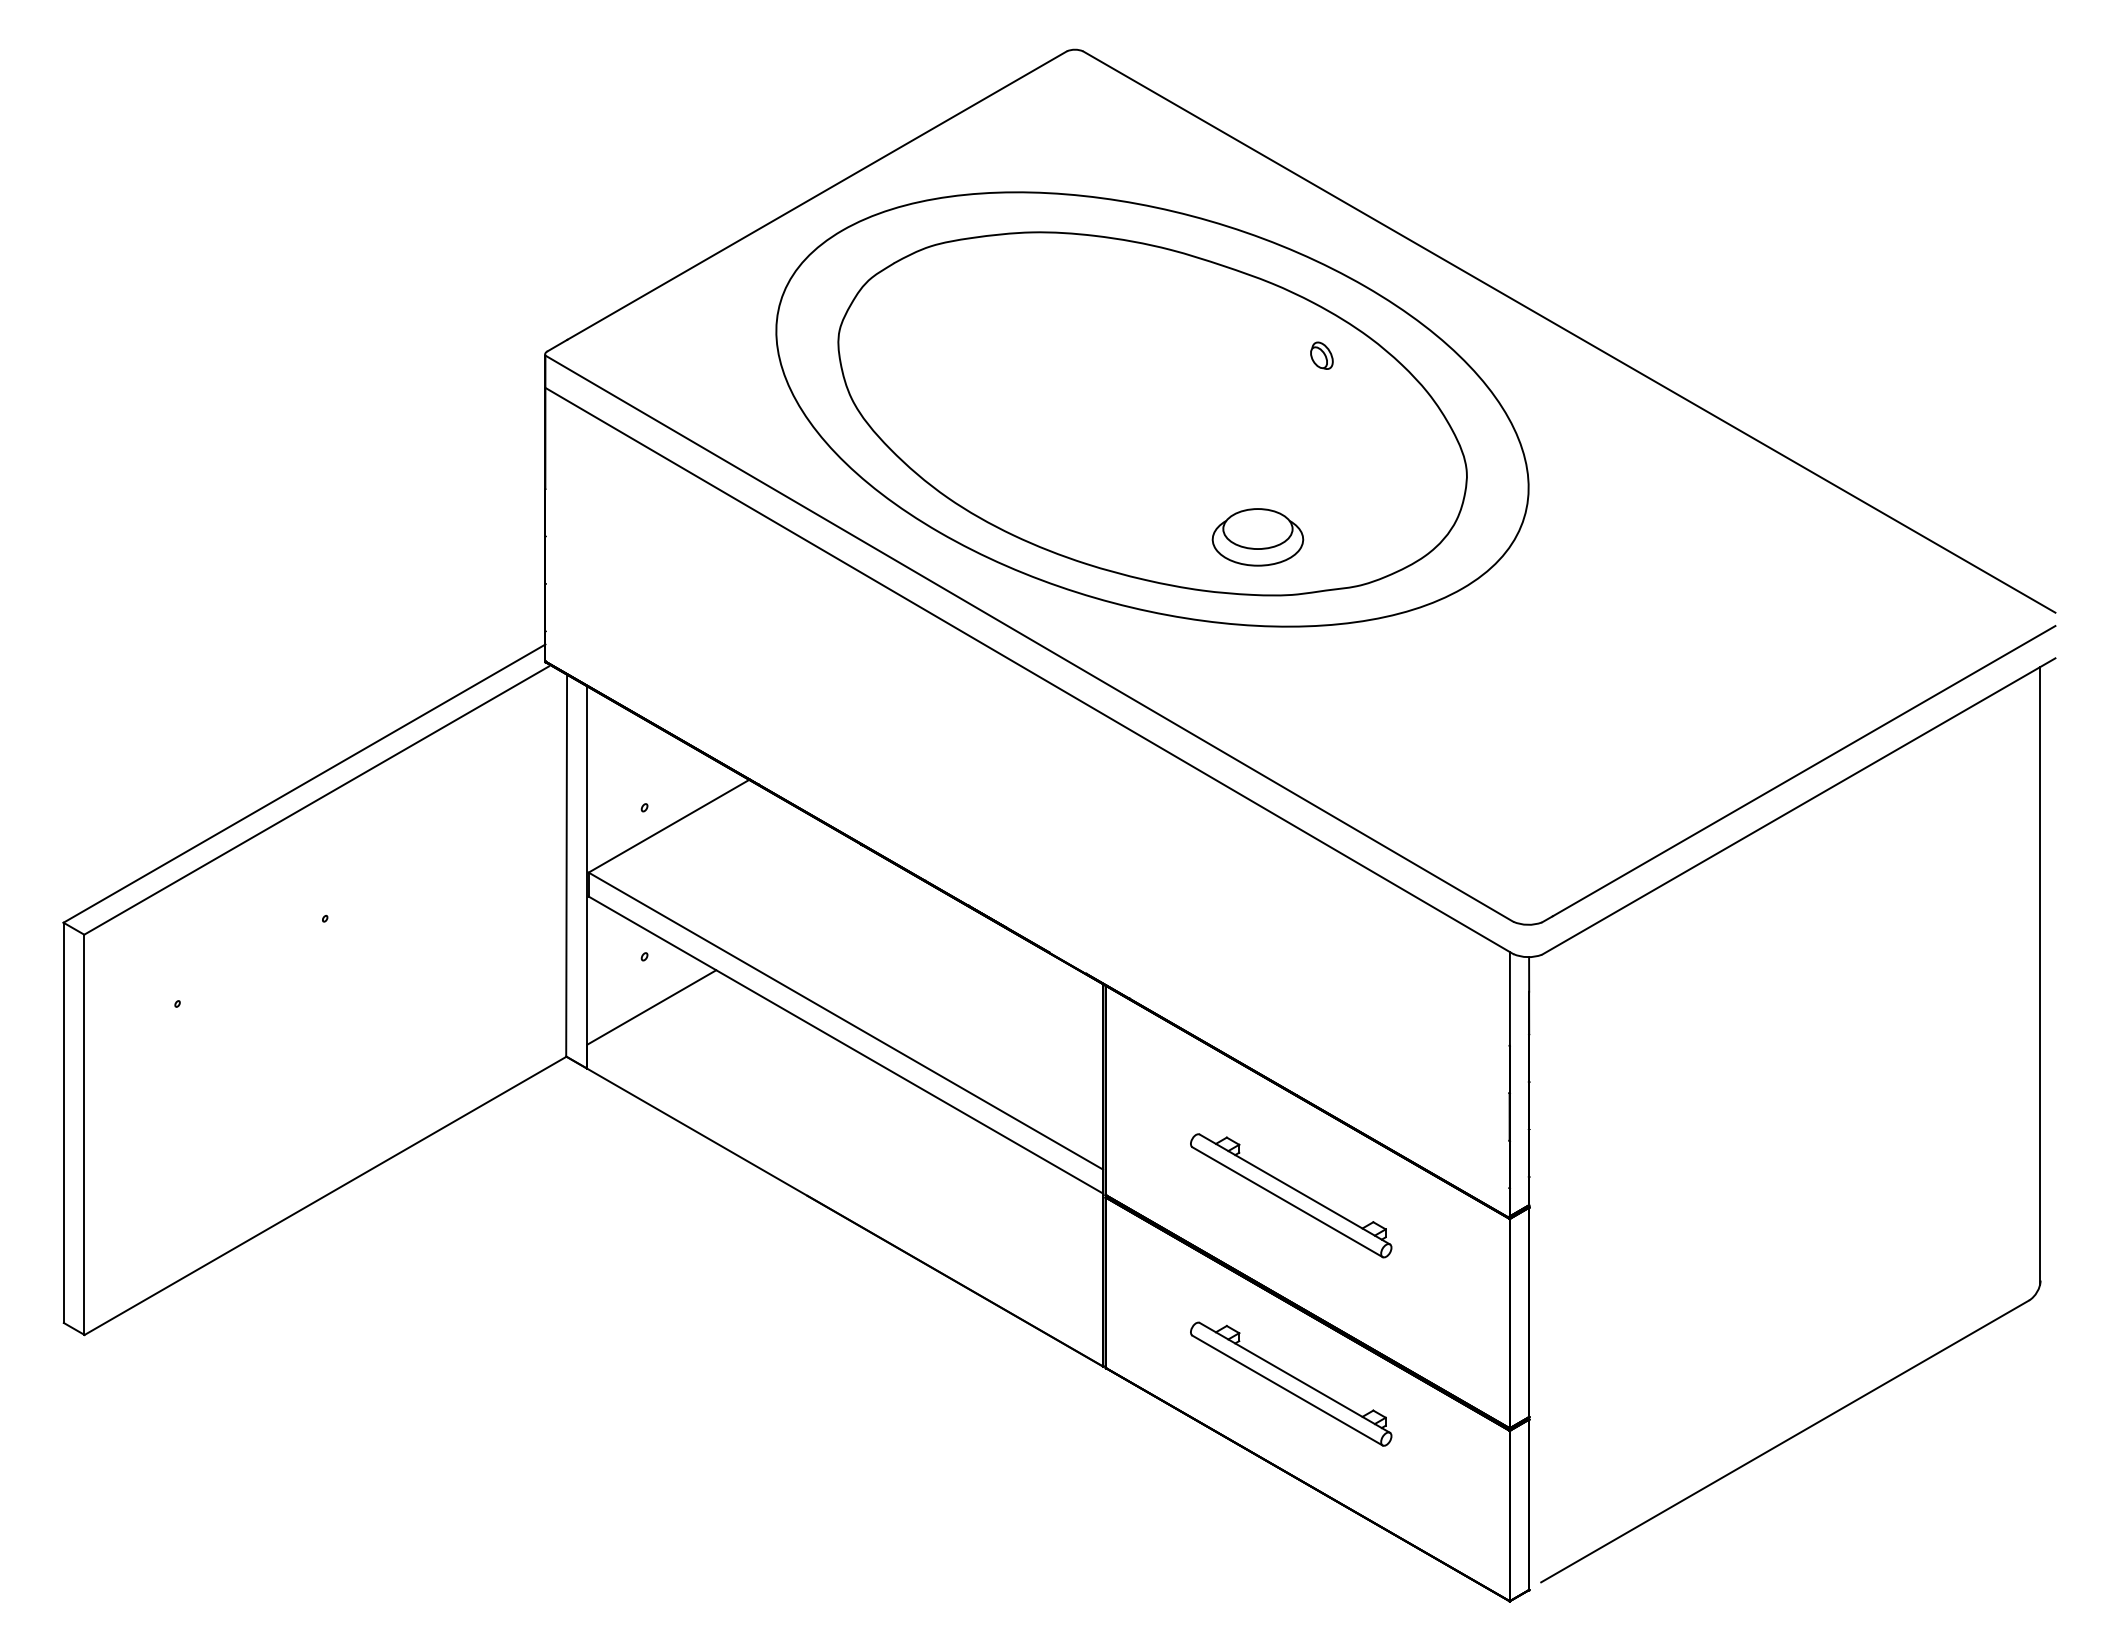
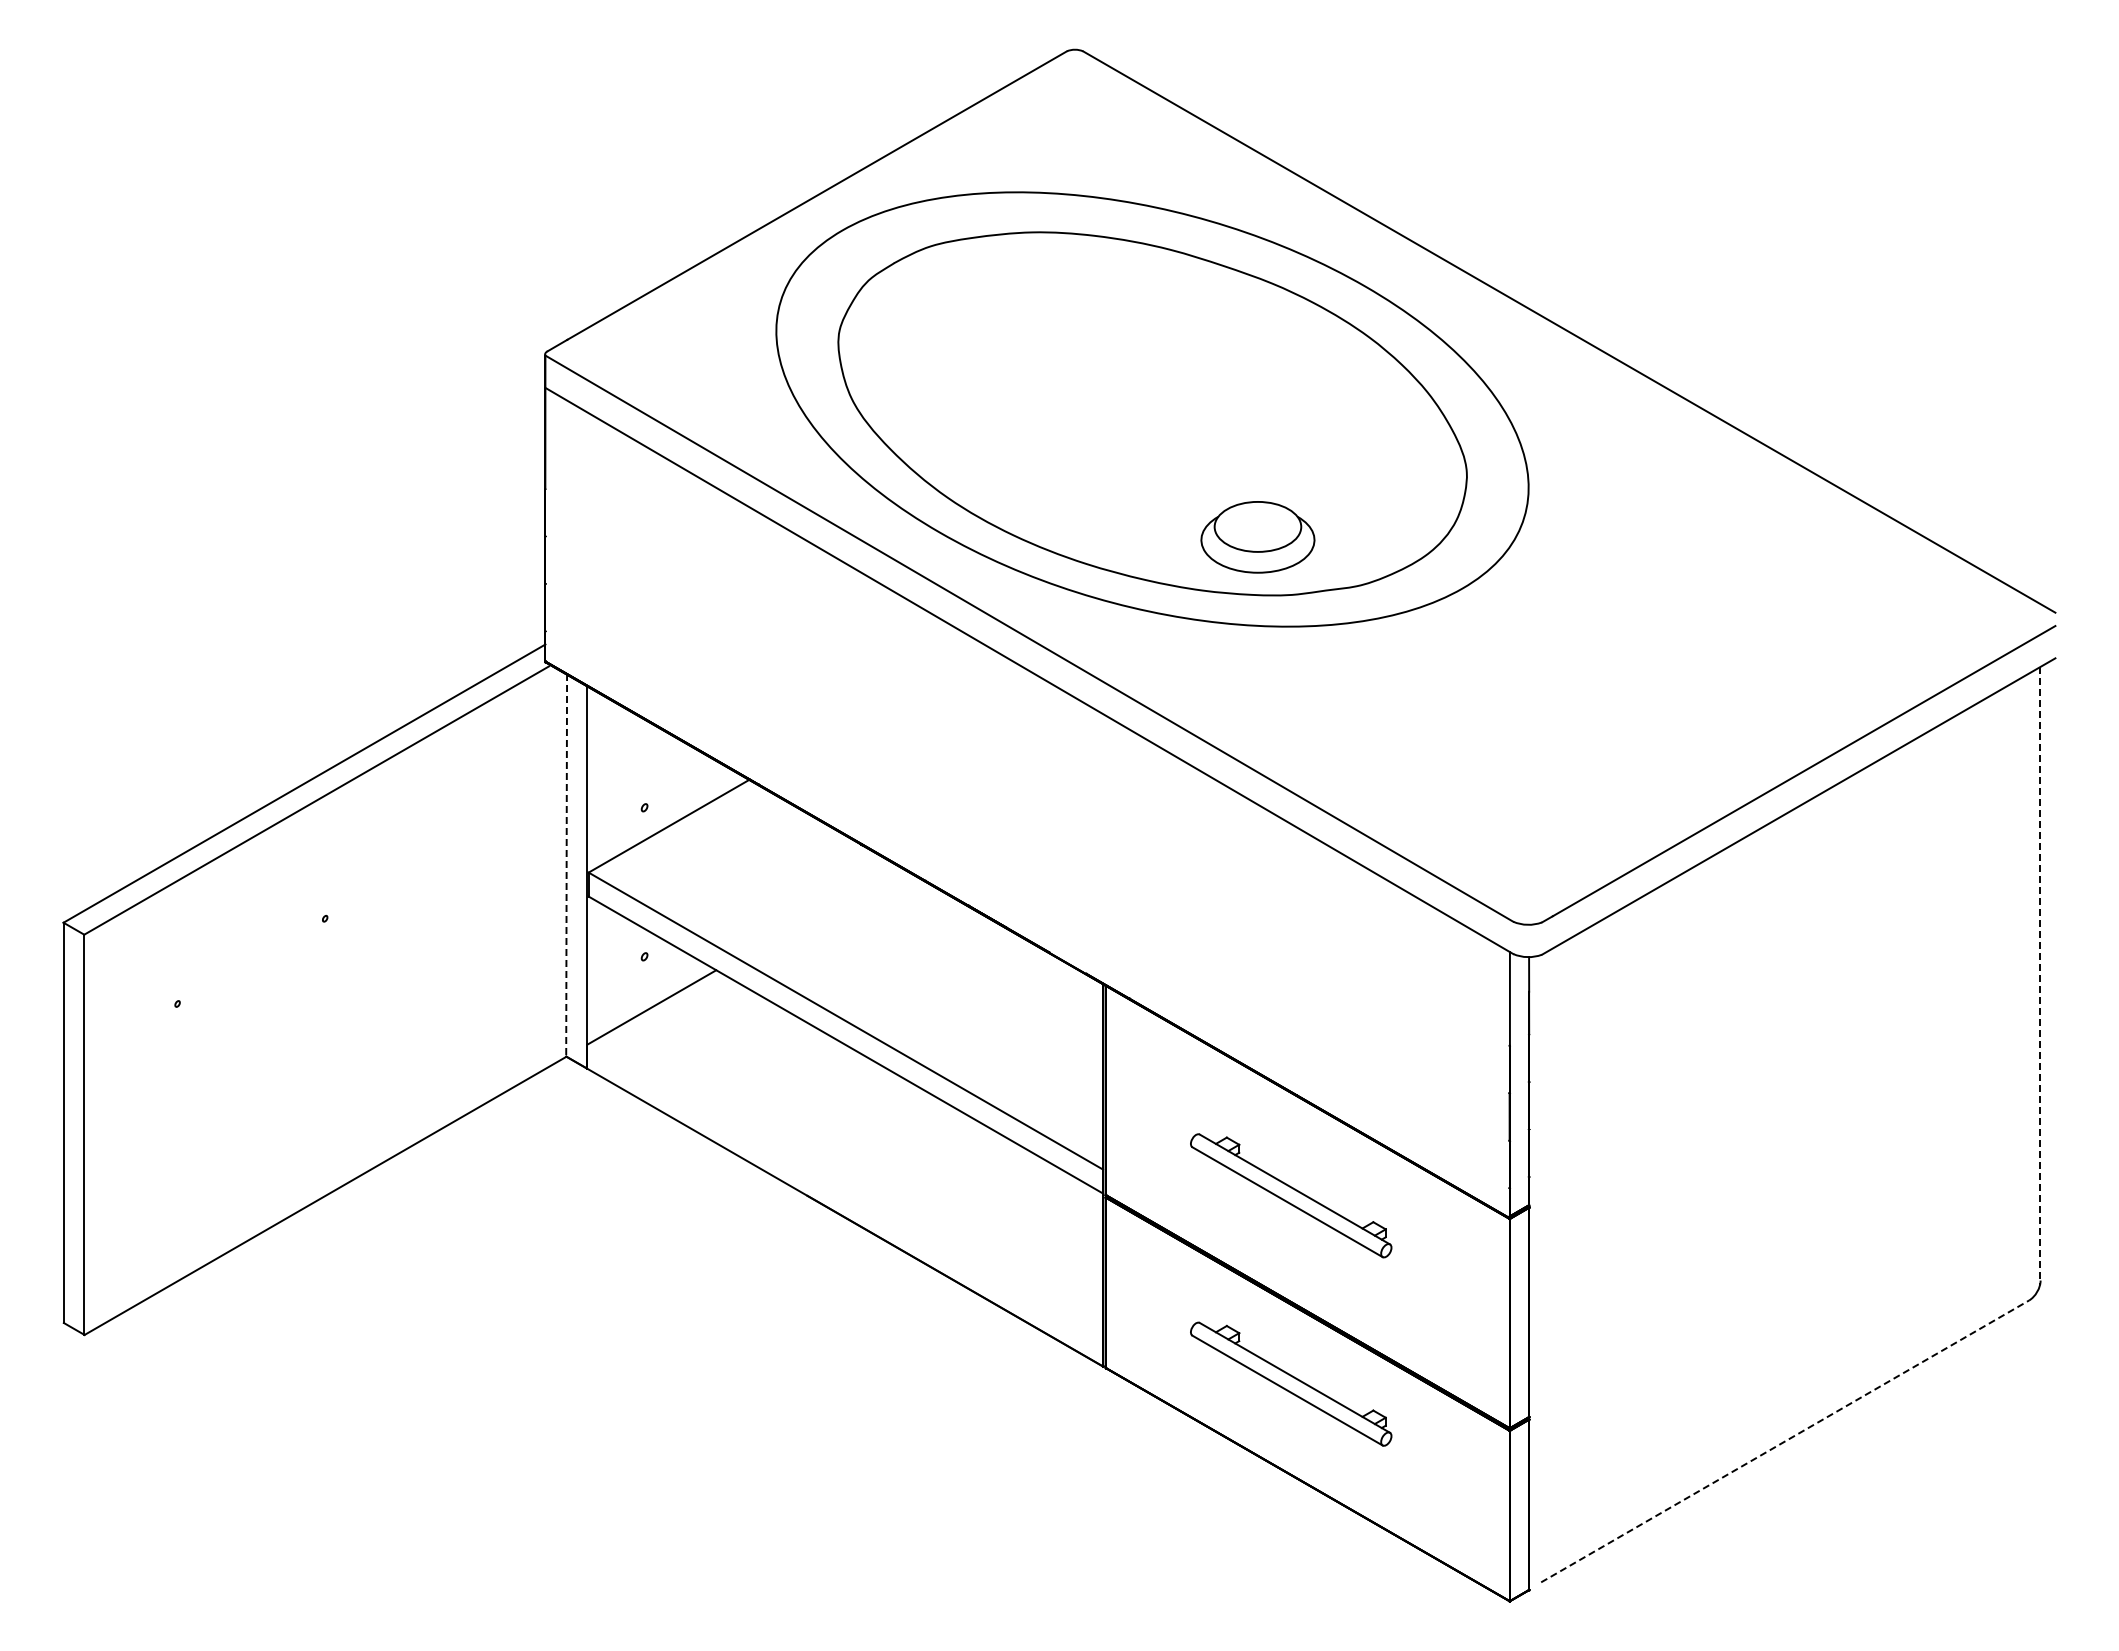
part at (1321, 355): present -> none
part at (1257, 537) size: 94x59 px -> 116x73 px
line at (566, 865): solid -> dashed
line at (2040, 975): solid -> dashed
line at (1785, 1441): solid -> dashed
